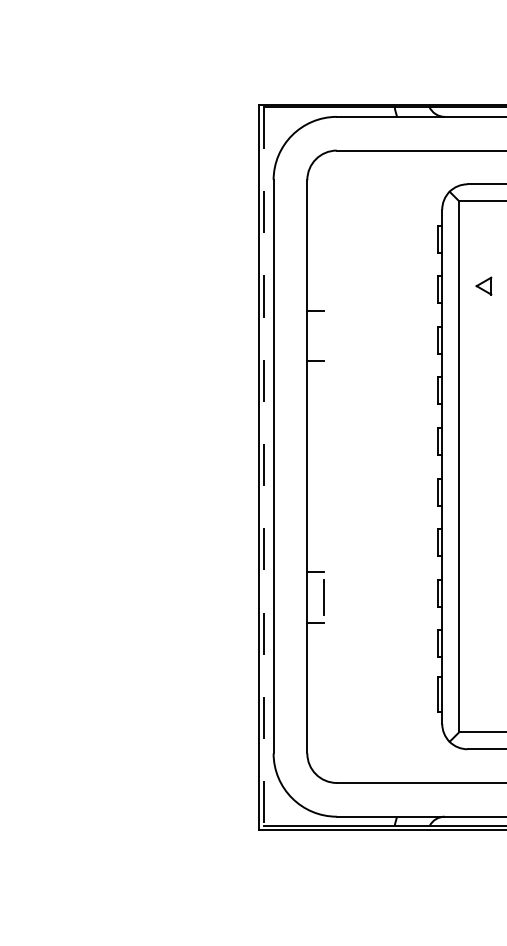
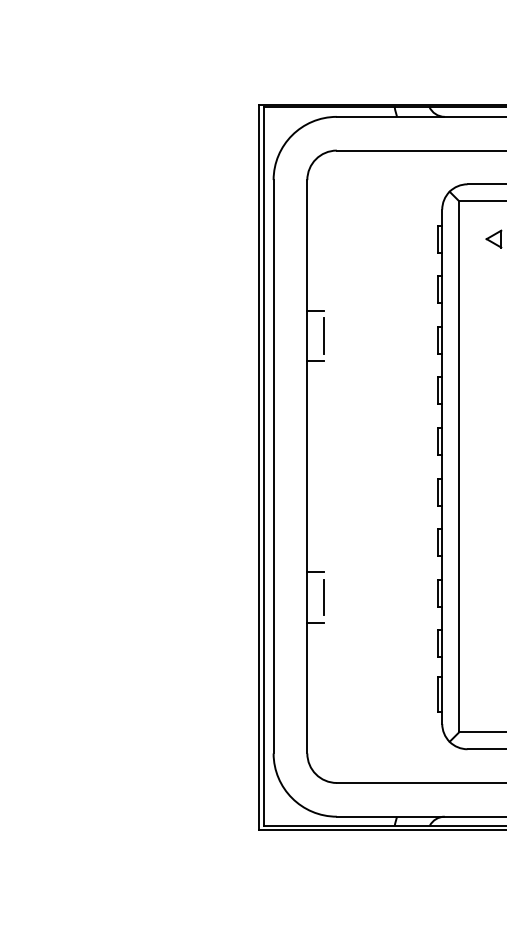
part at (483, 285) position: (483, 285) -> (493, 238)
line at (324, 335): none -> present
line at (263, 466): dashed -> solid
